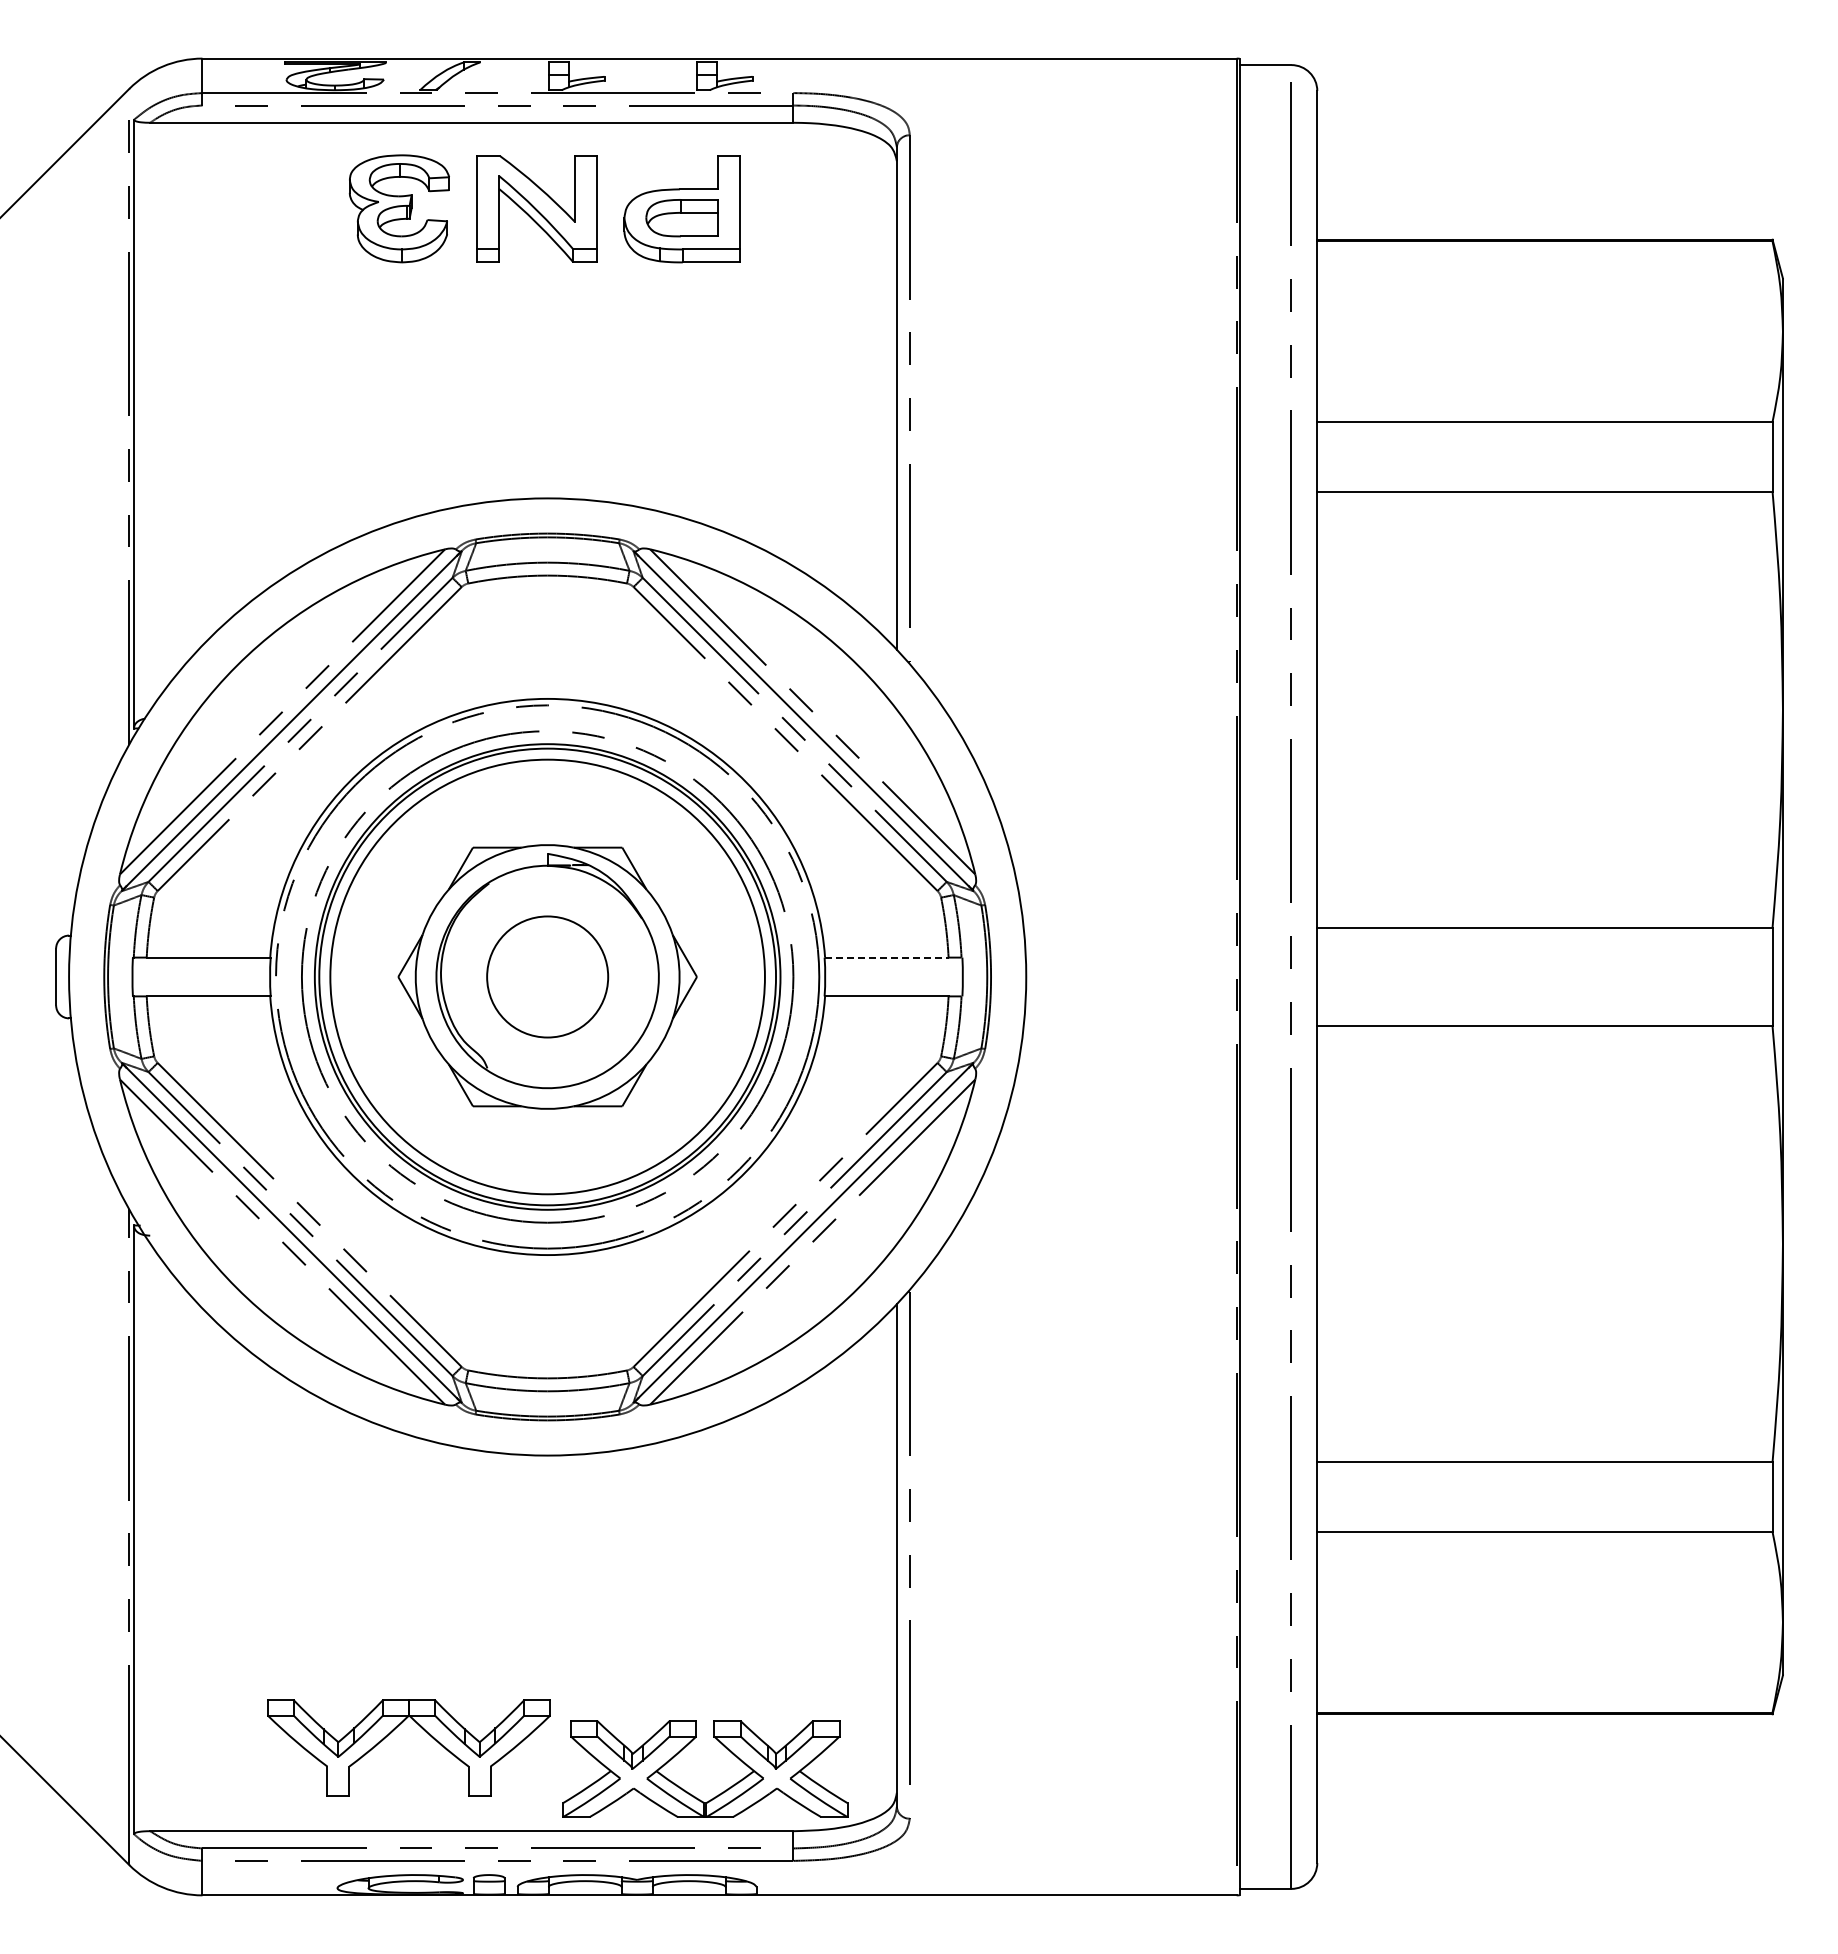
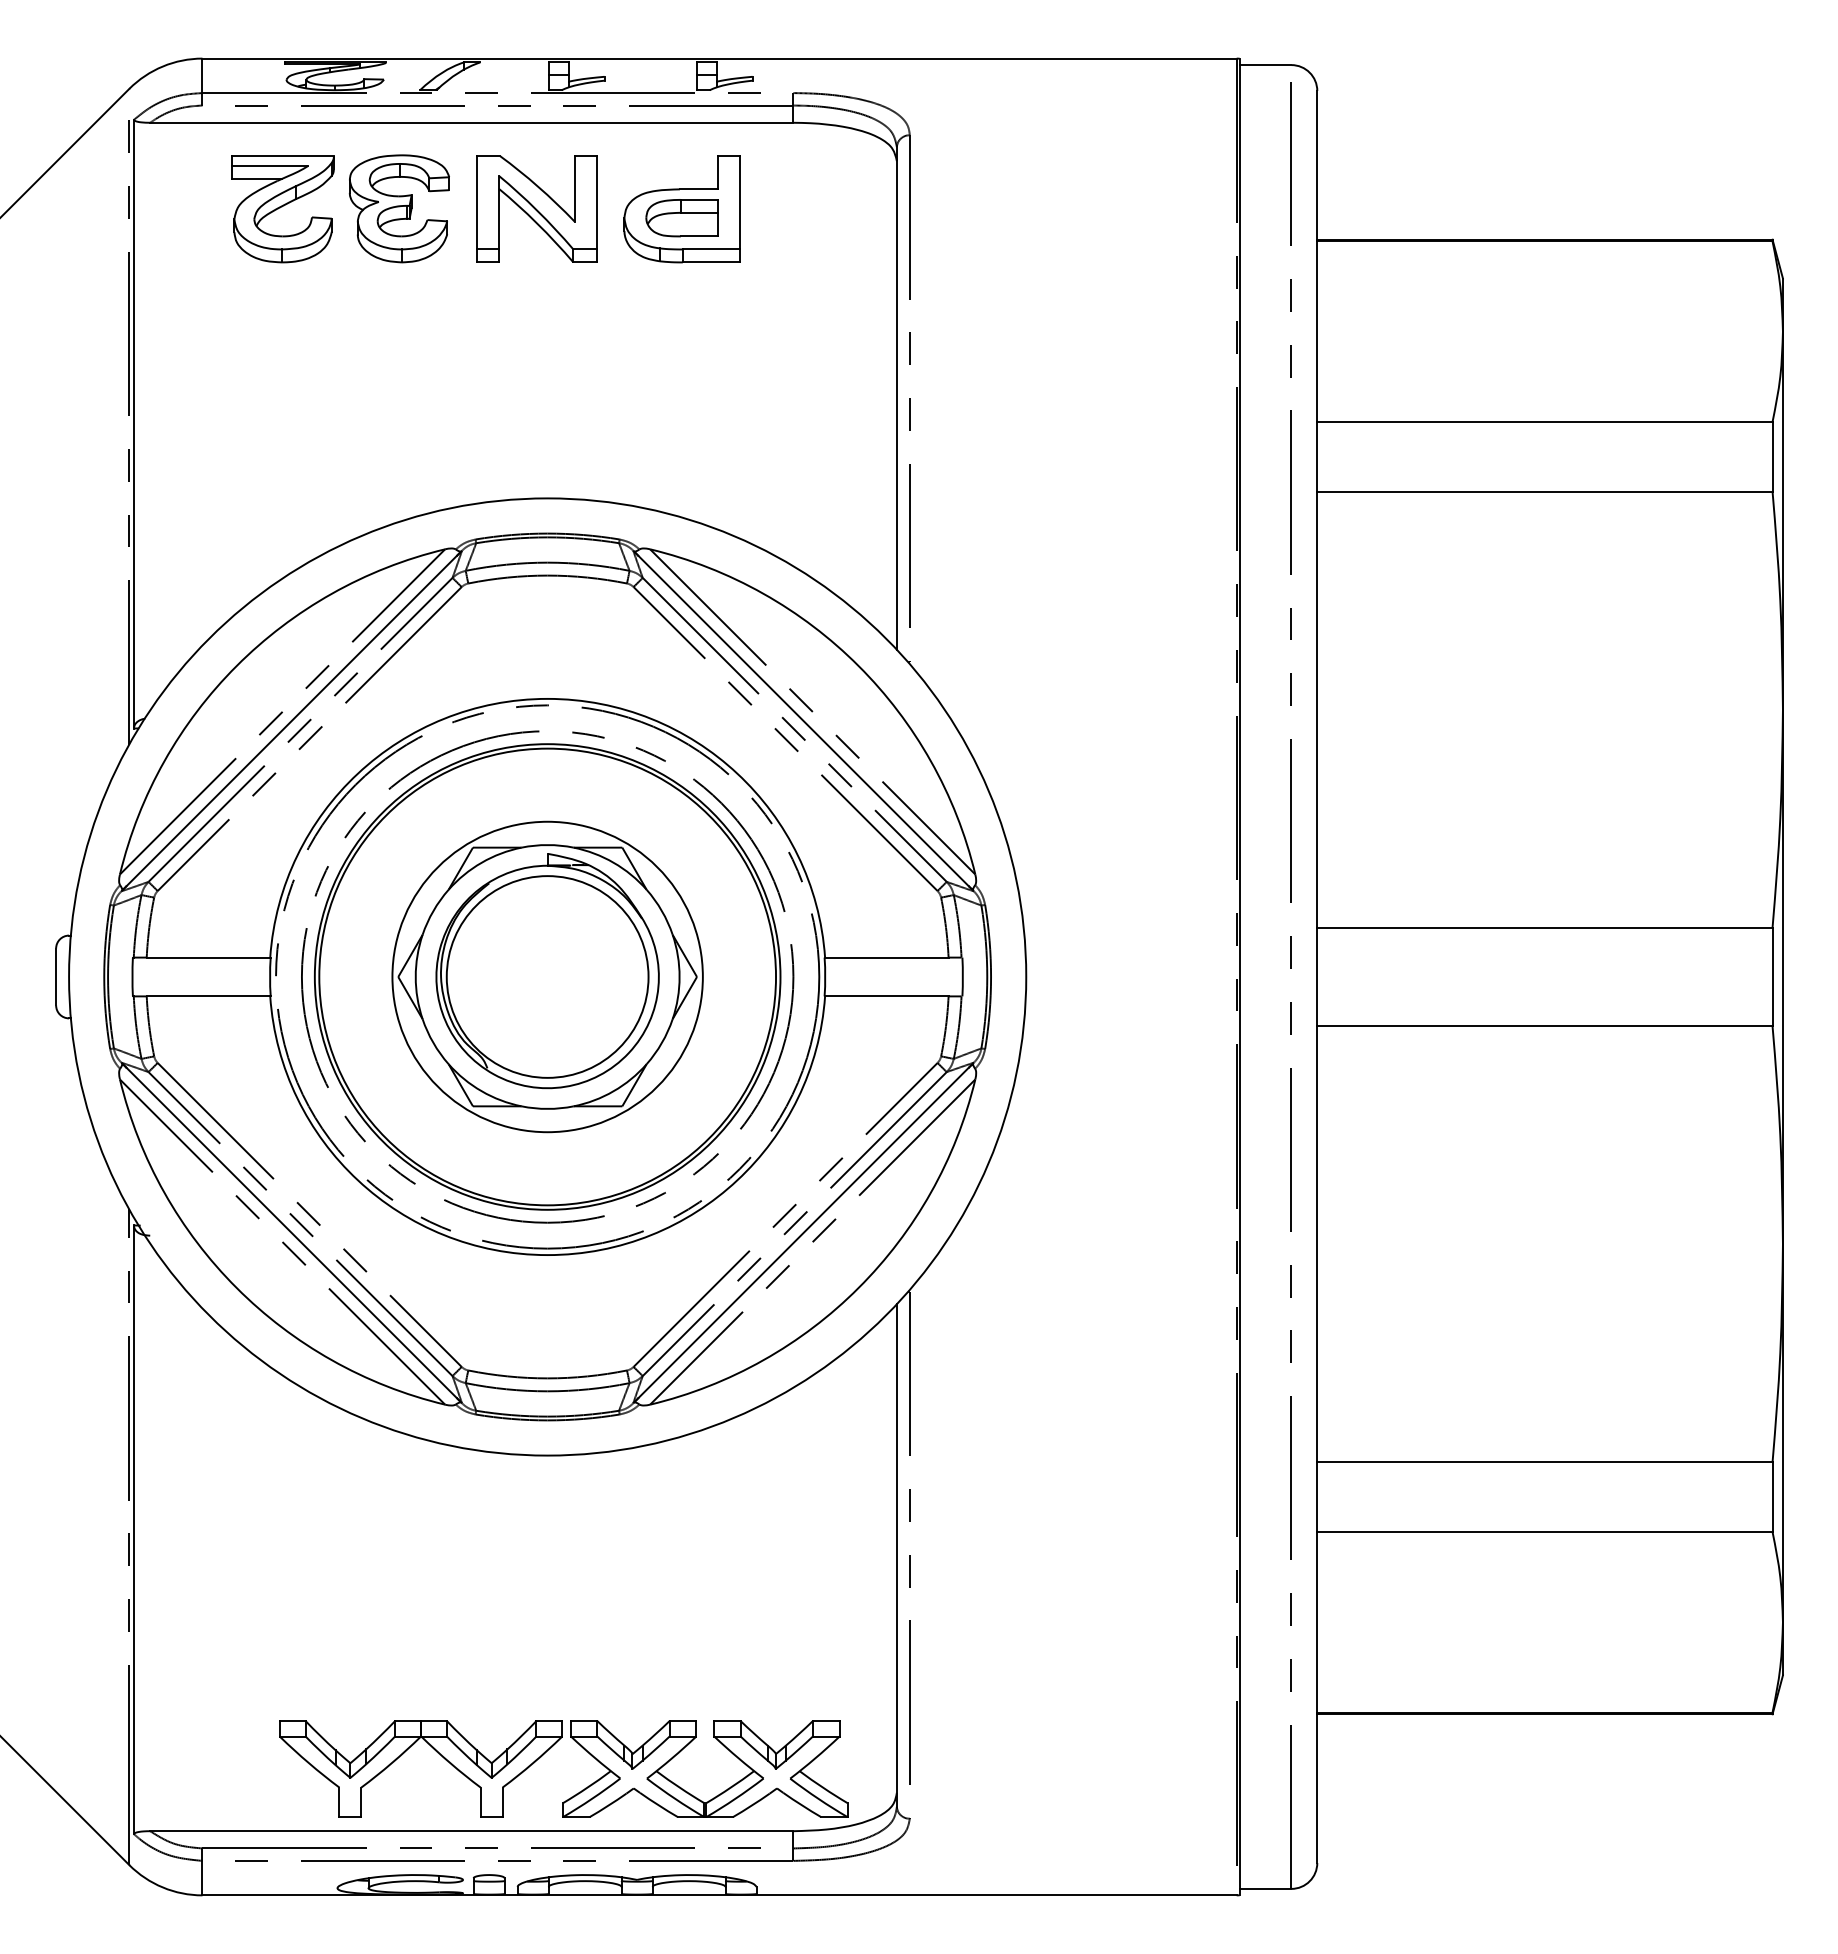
part at (282, 209): none -> present
line at (886, 957): dashed -> solid
circle at (547, 976) diameter: 121 px -> 202 px
circle at (547, 976) diameter: 435 px -> 310 px
part at (393, 1731) position: (393, 1731) -> (405, 1752)
